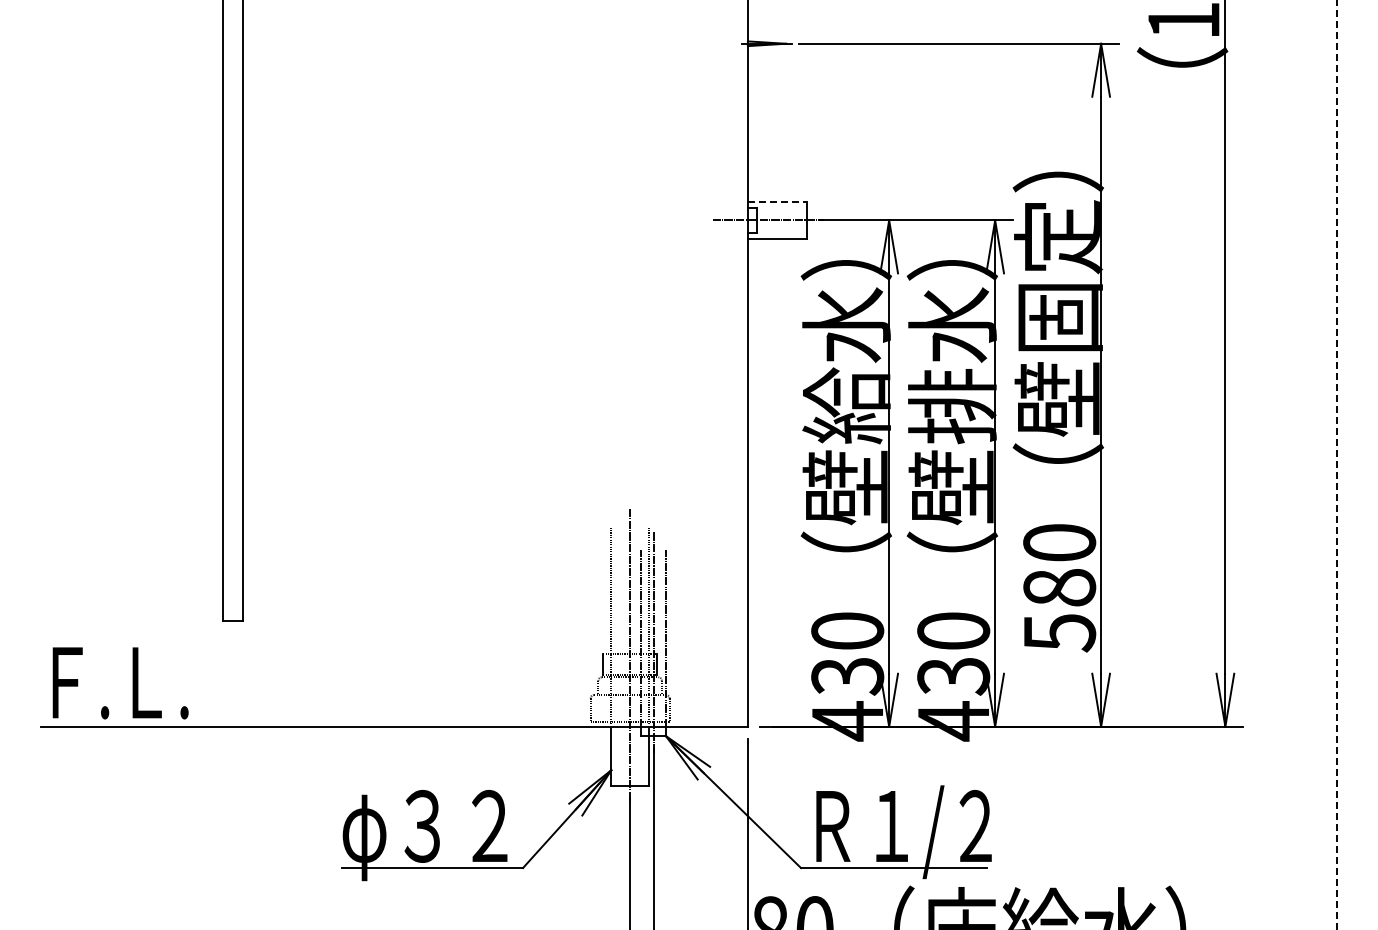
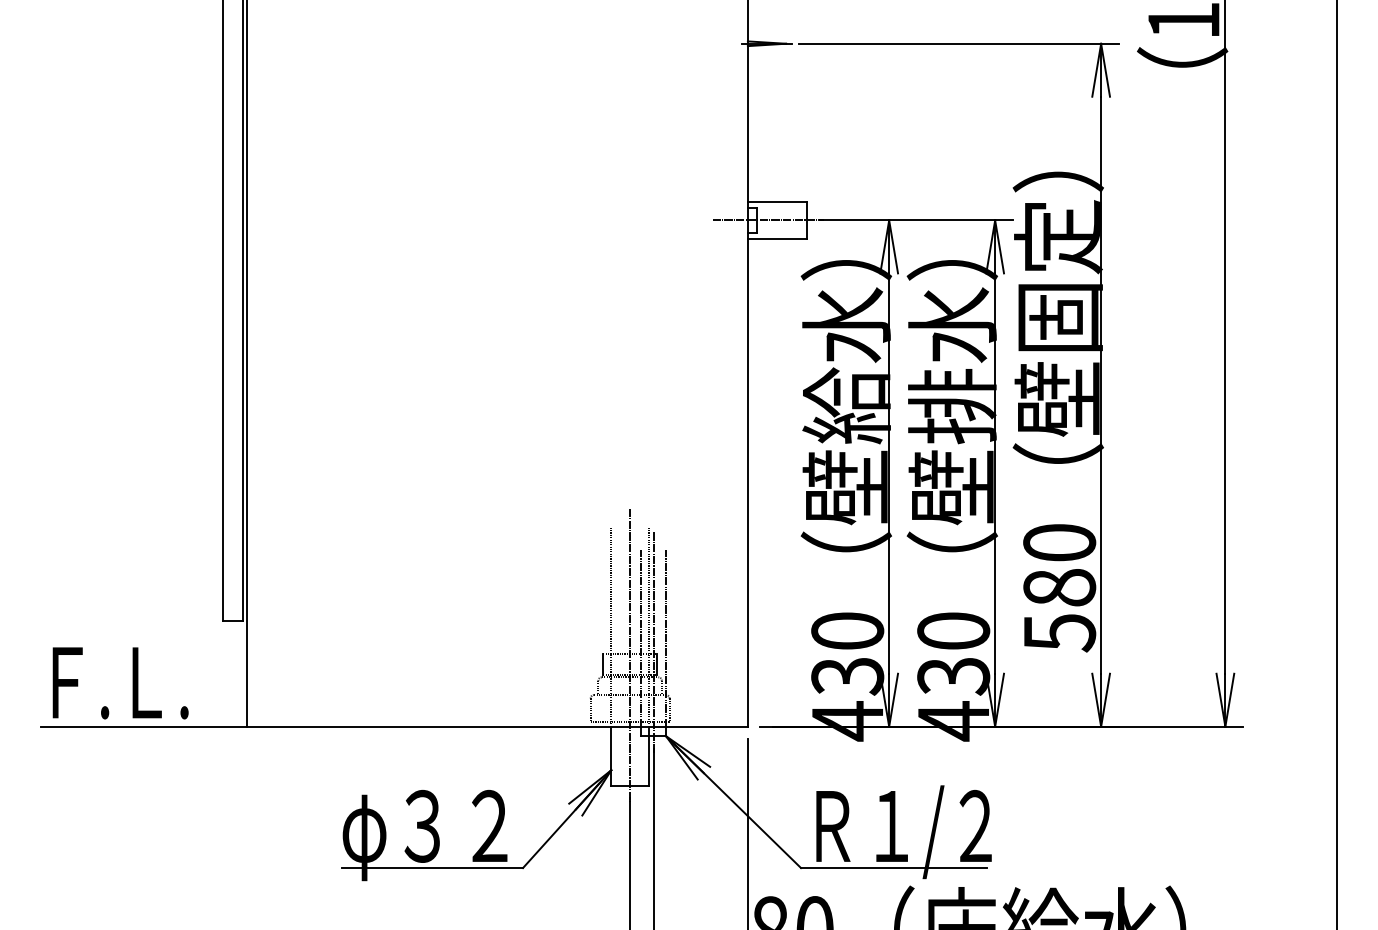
line at (777, 201): dashed -> solid
line at (247, 364): none -> present
line at (1336, 464): dashed -> solid
